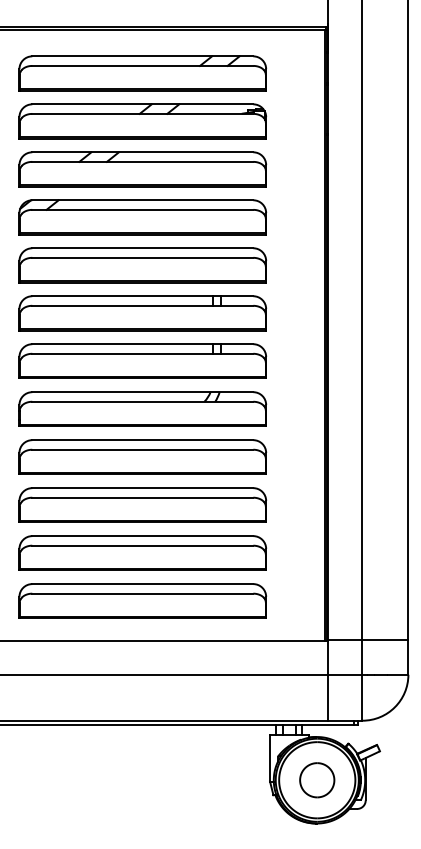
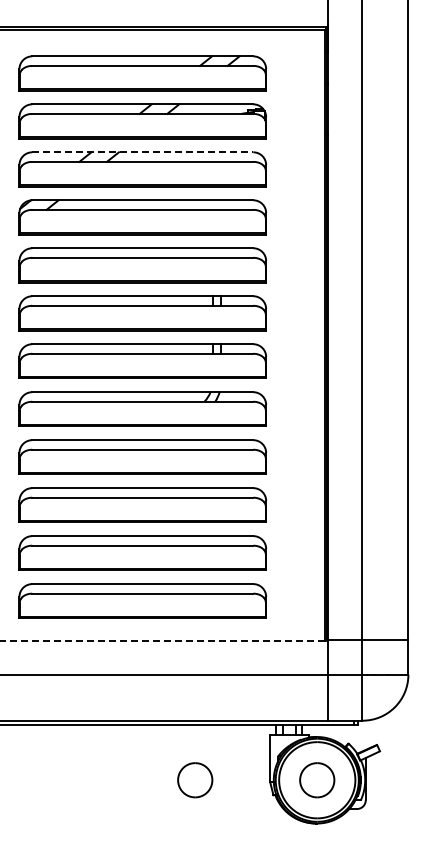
line at (142, 152): solid -> dashed
line at (164, 640): solid -> dashed
part at (195, 780): none -> present
